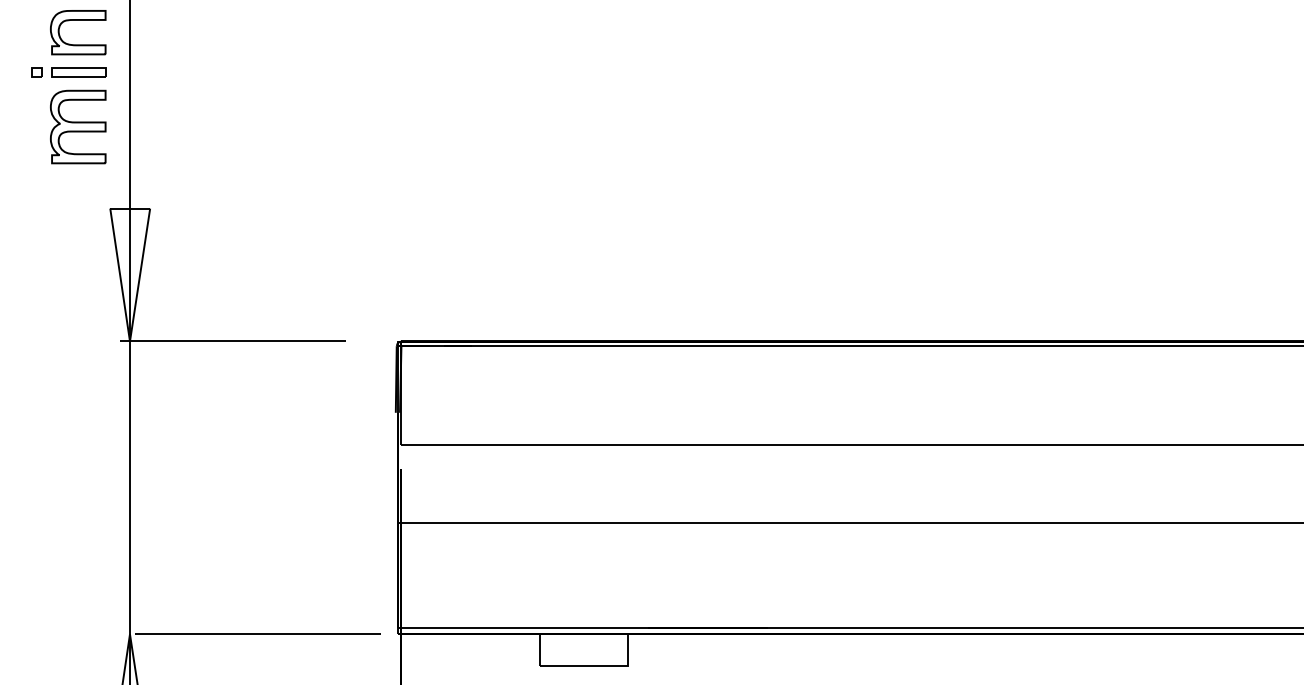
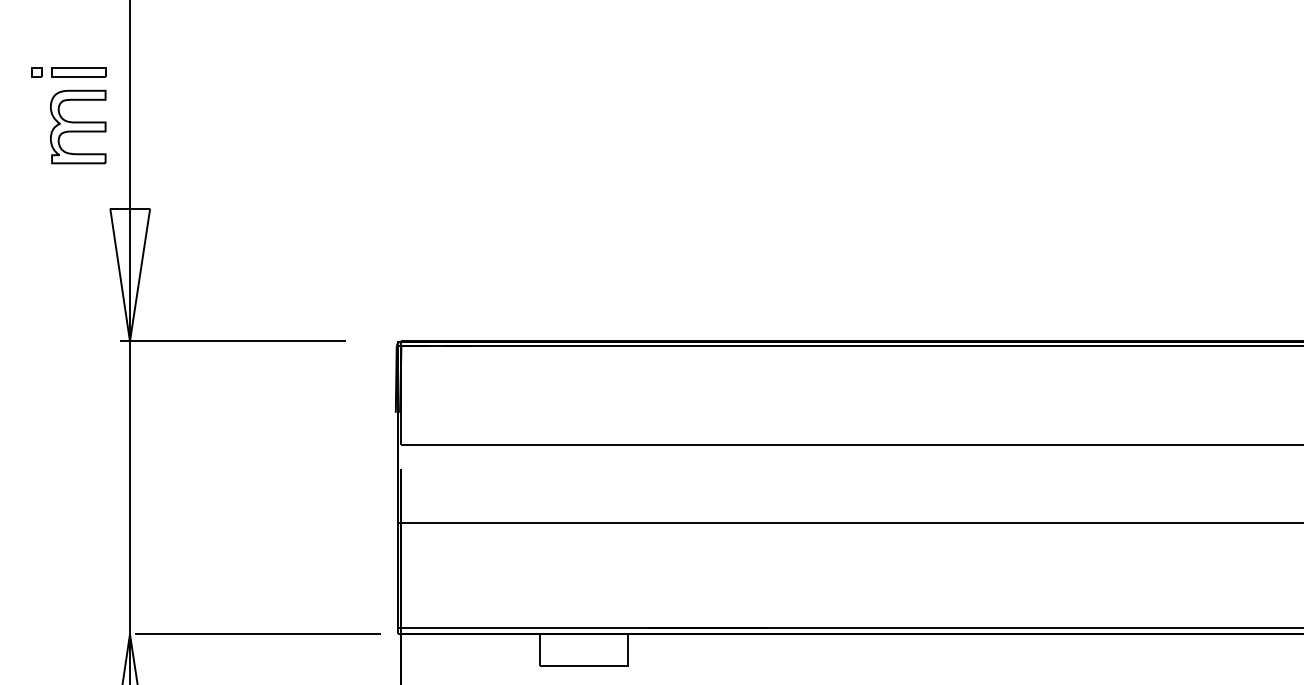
part at (78, 20): present -> none
